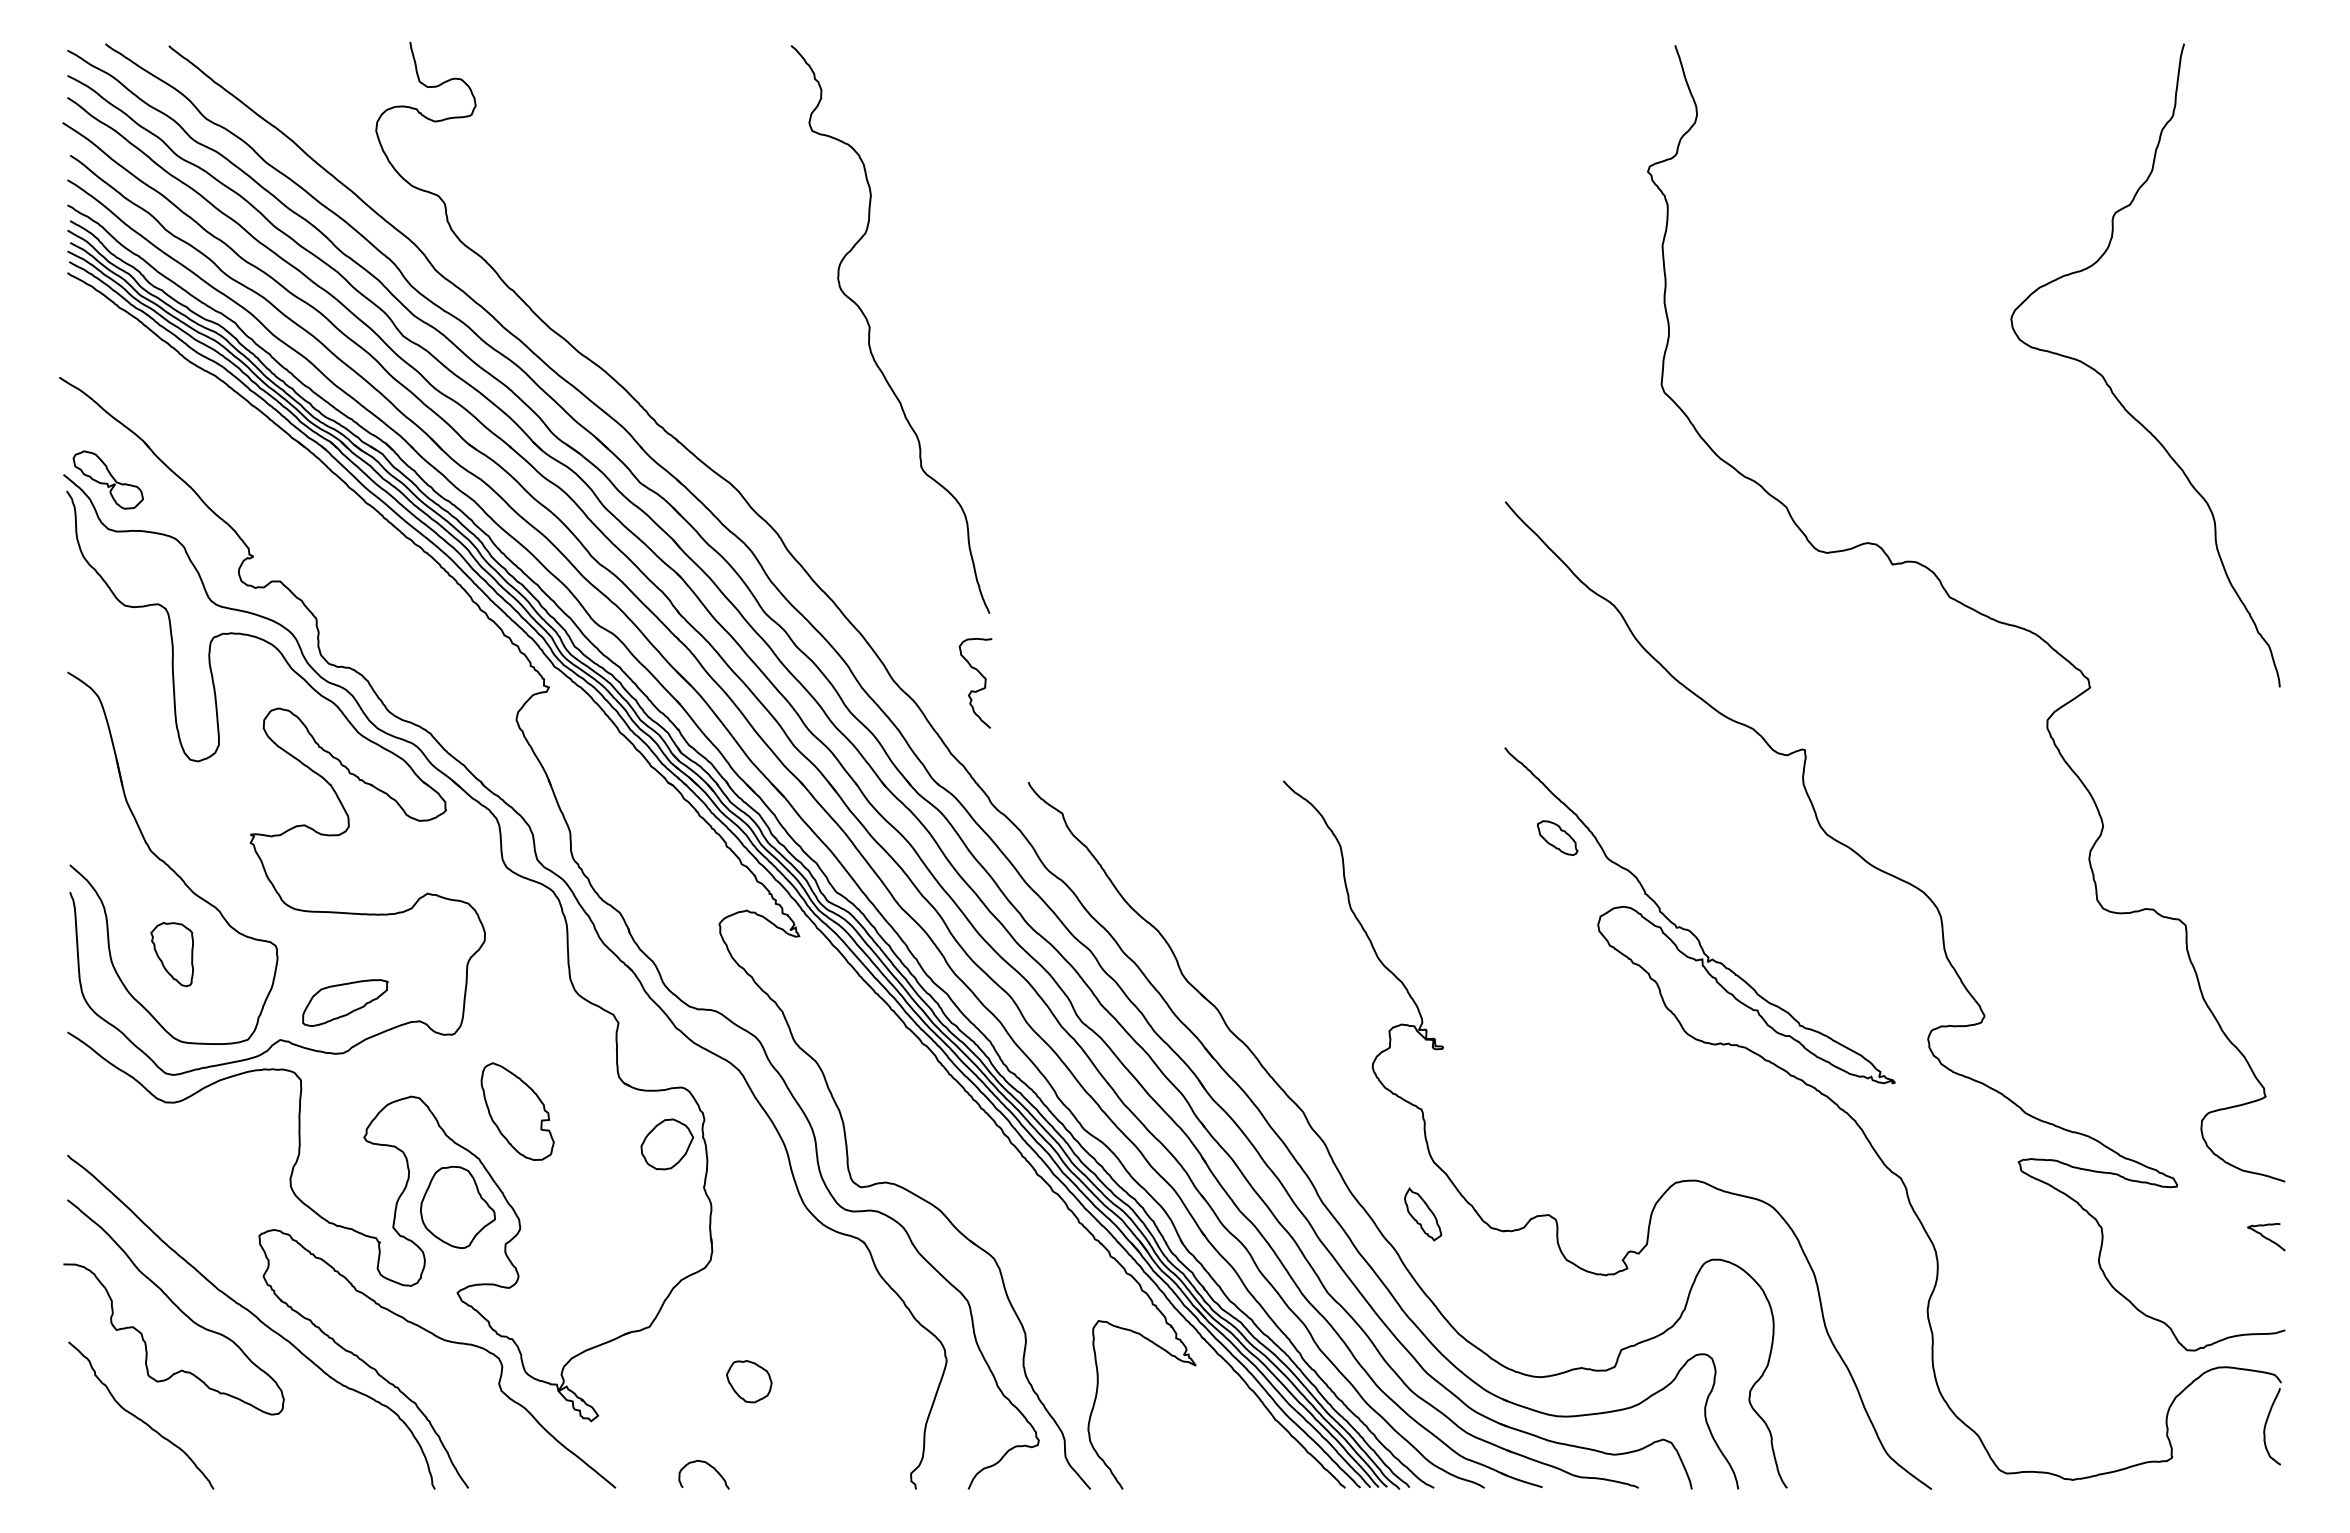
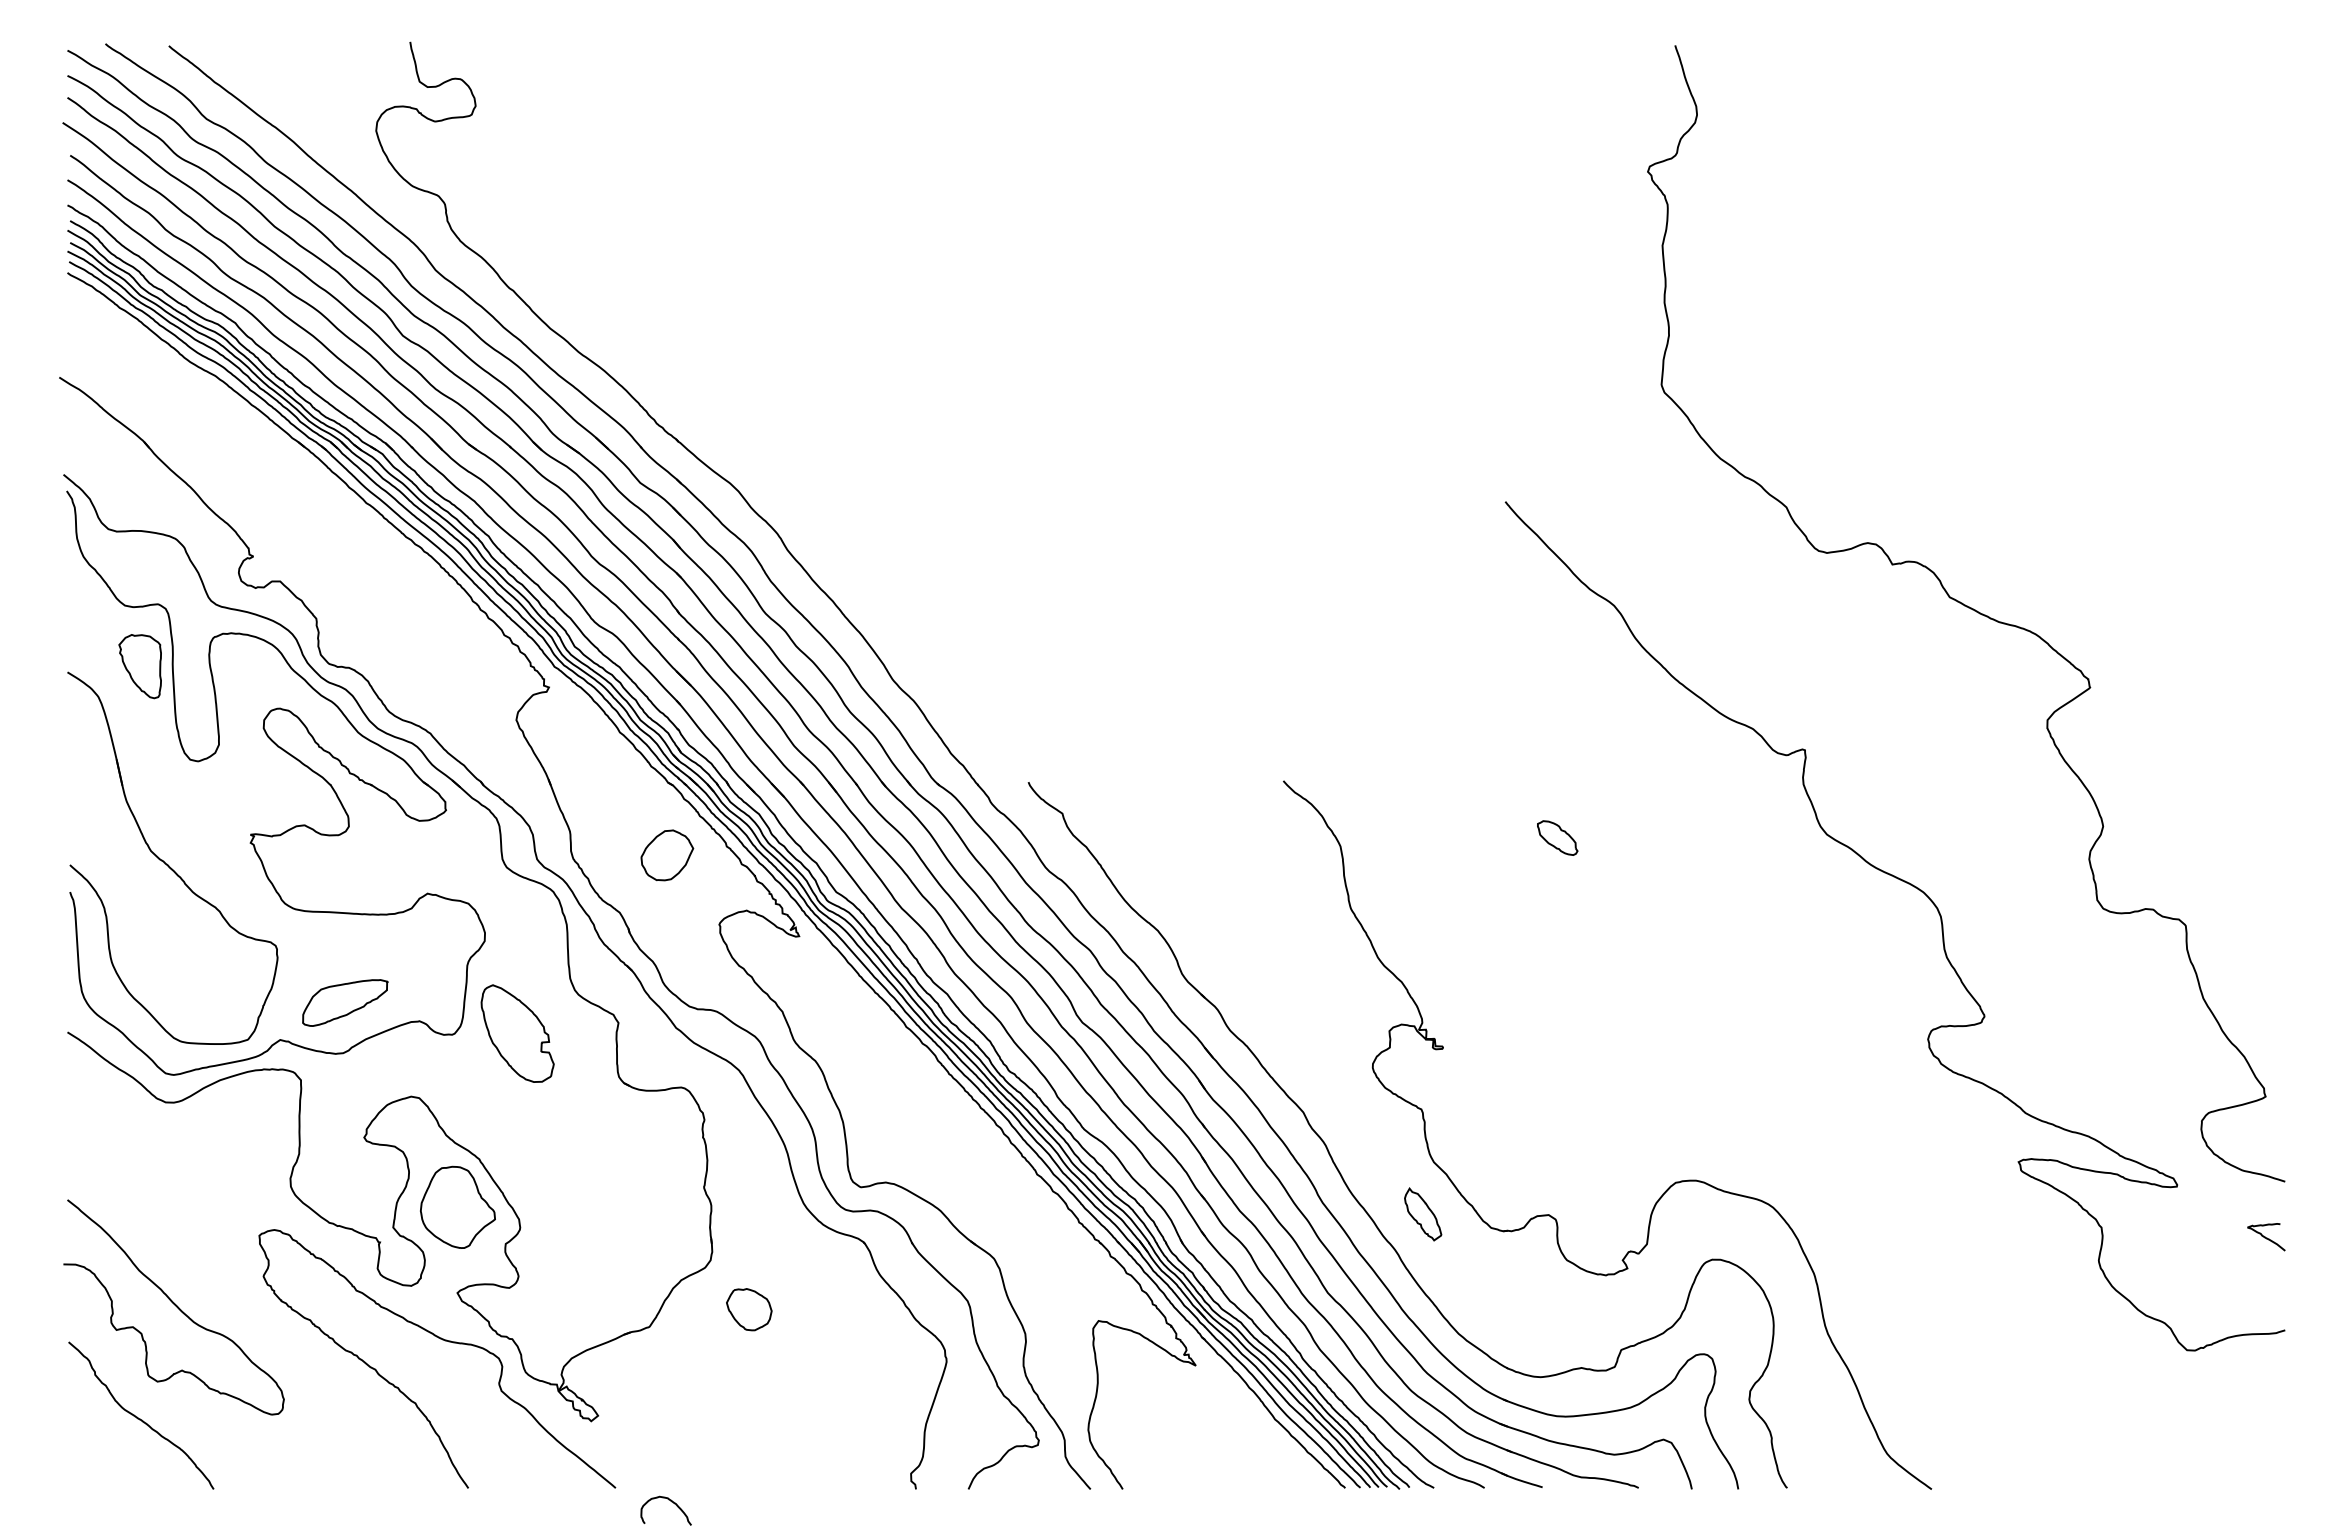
curve at (870, 329): present -> none
curve at (2111, 387): present -> none
part at (107, 479): present -> none
curve at (978, 689): present -> none
part at (171, 954) position: (171, 954) -> (139, 666)
part at (1892, 1084): present -> none
part at (517, 1111) position: (517, 1111) -> (517, 1033)
part at (667, 1144) position: (667, 1144) -> (667, 855)
curve at (255, 1317): present -> none
part at (749, 1381) position: (749, 1381) -> (749, 1309)
curve at (709, 1466) position: (709, 1466) -> (671, 1502)
